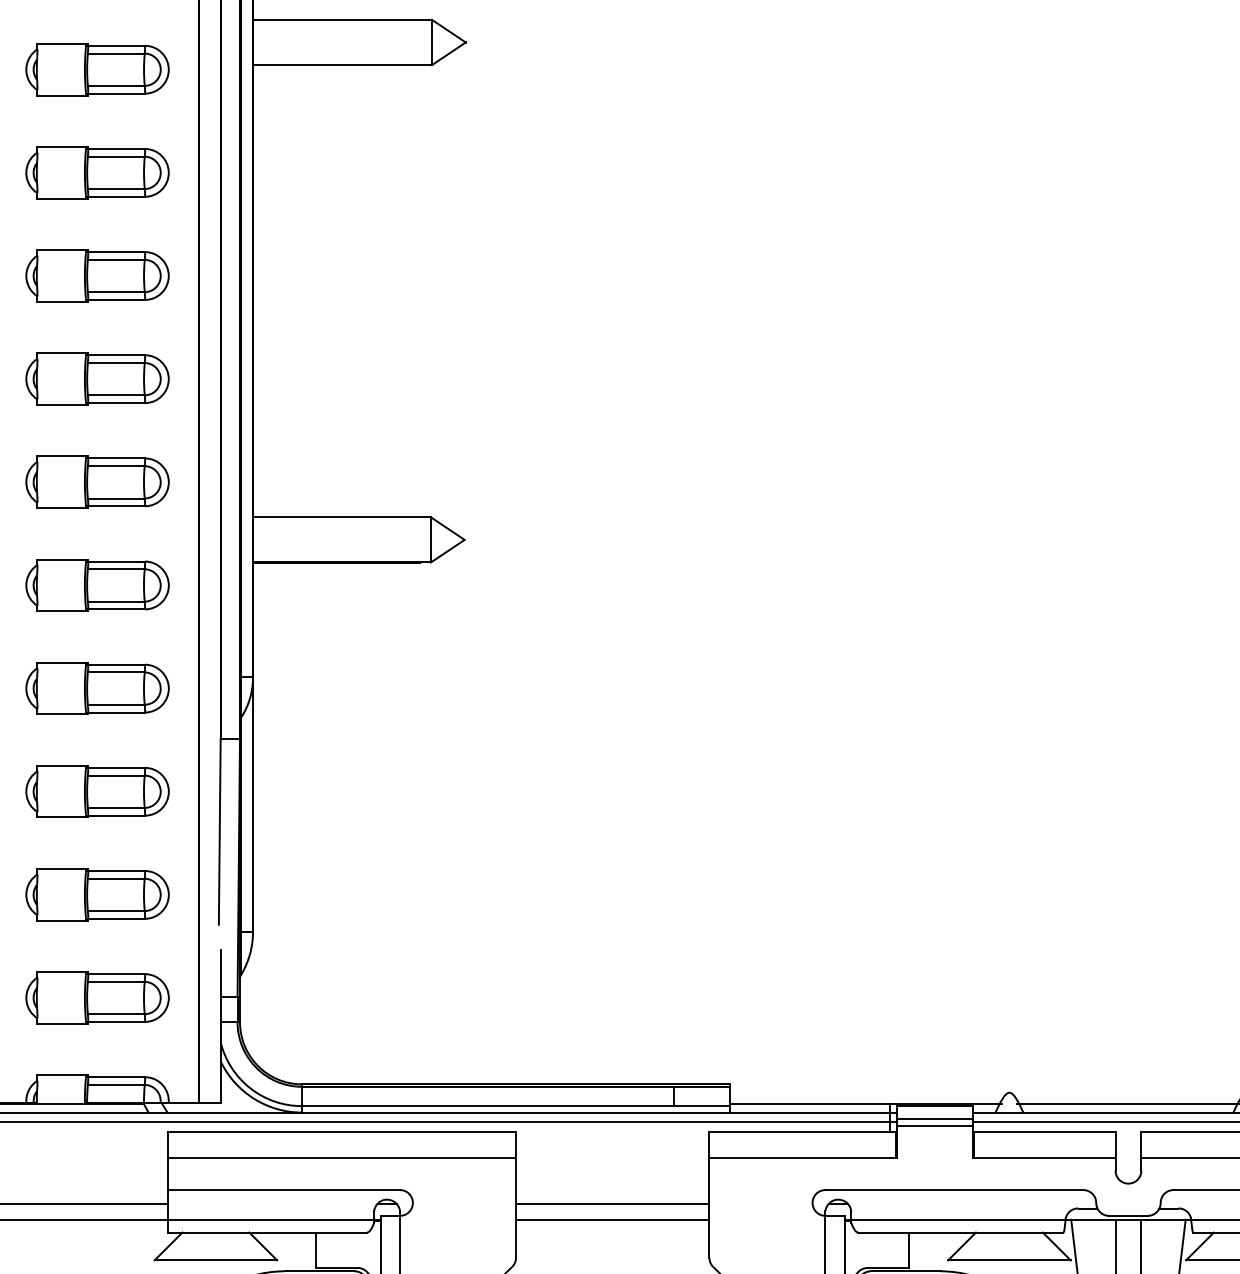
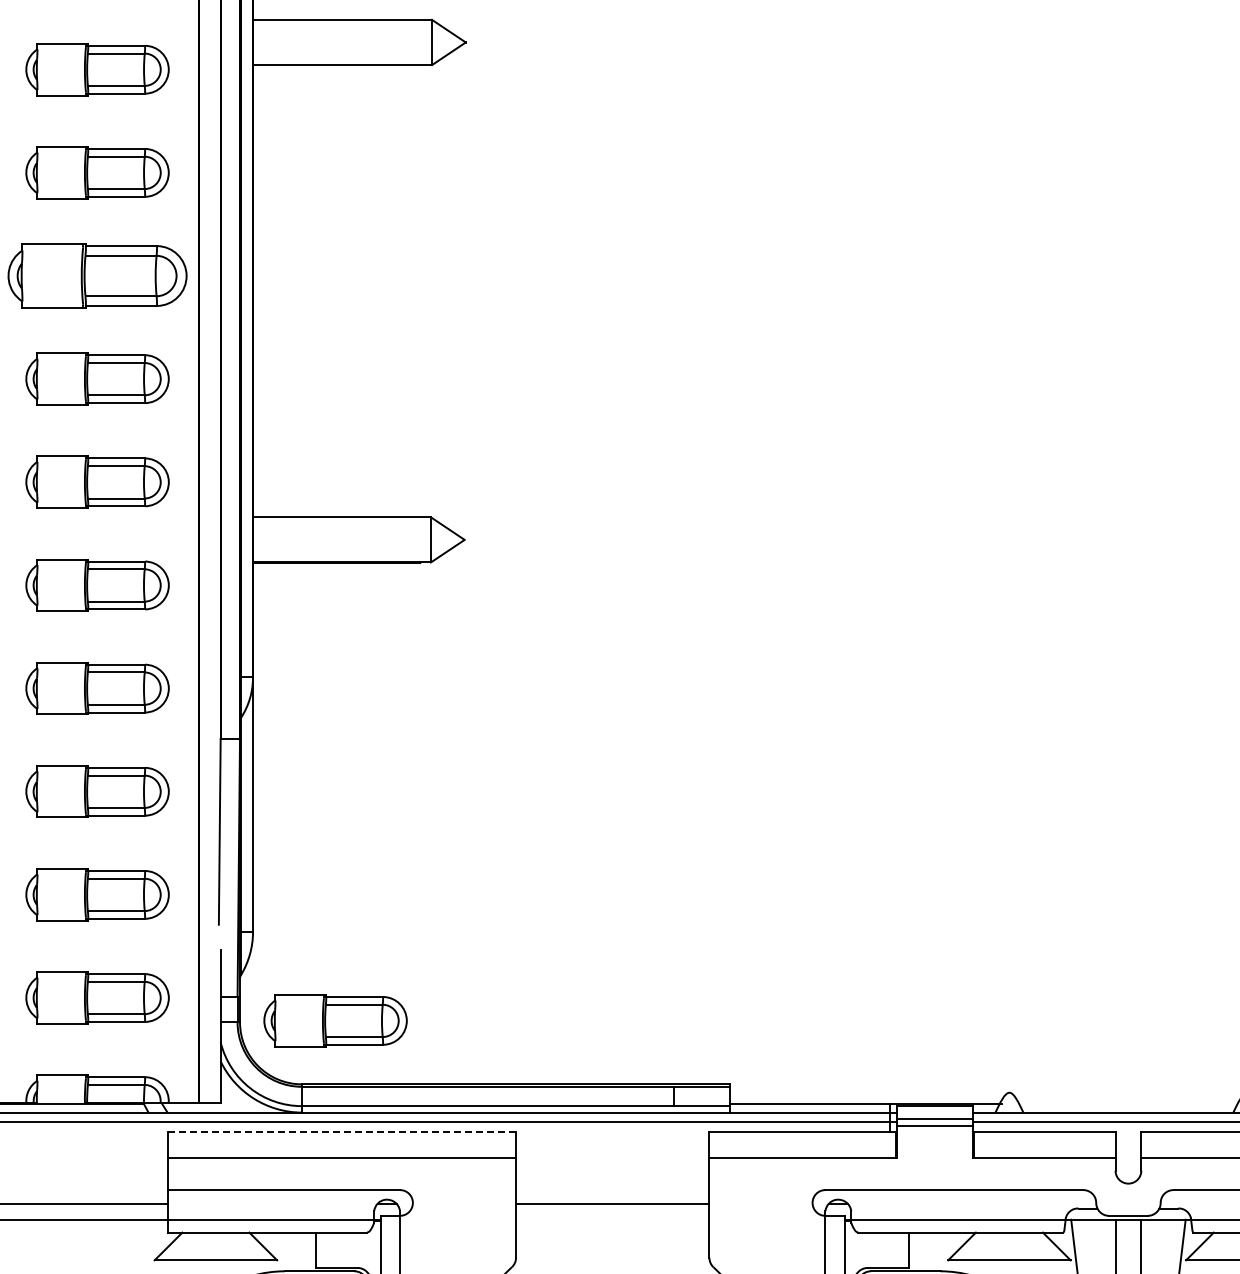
part at (97, 275) size: 145x54 px -> 181x66 px
part at (335, 1020): none -> present
line at (1126, 1103): present -> none
line at (342, 1132): solid -> dashed
line at (612, 1219): present -> none
